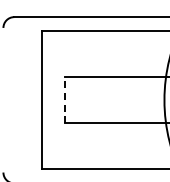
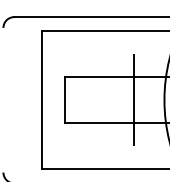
line at (65, 100): dashed -> solid
line at (134, 100): none -> present
